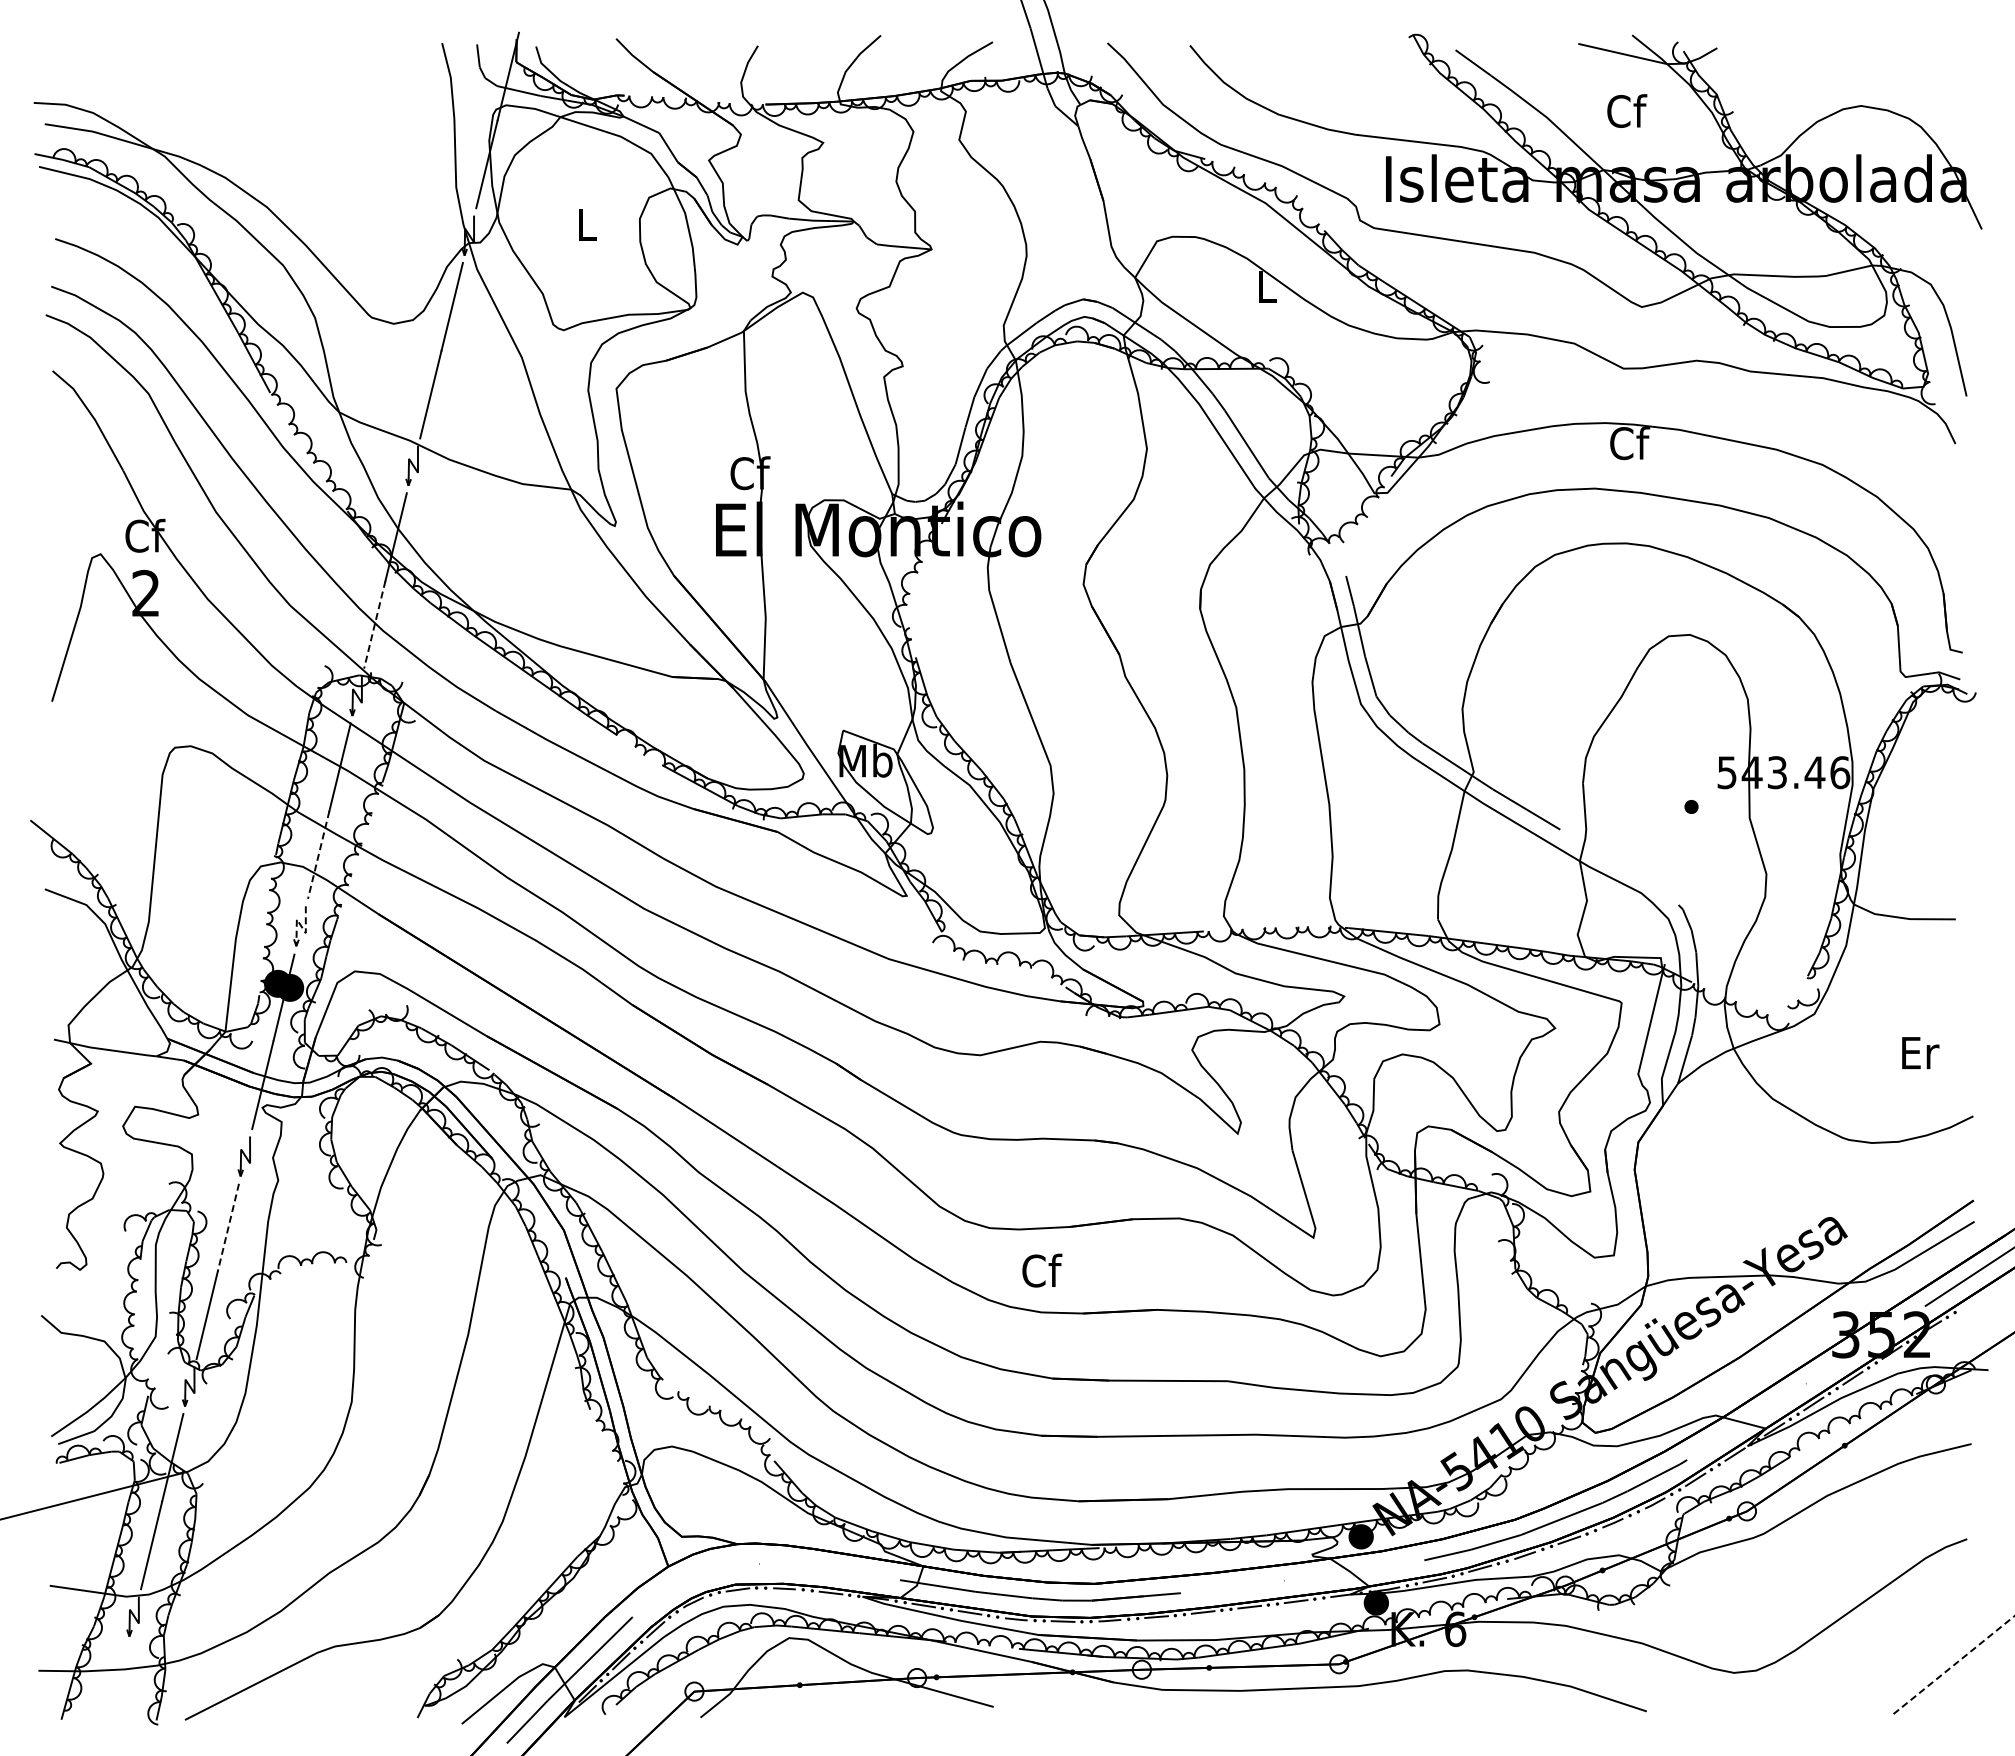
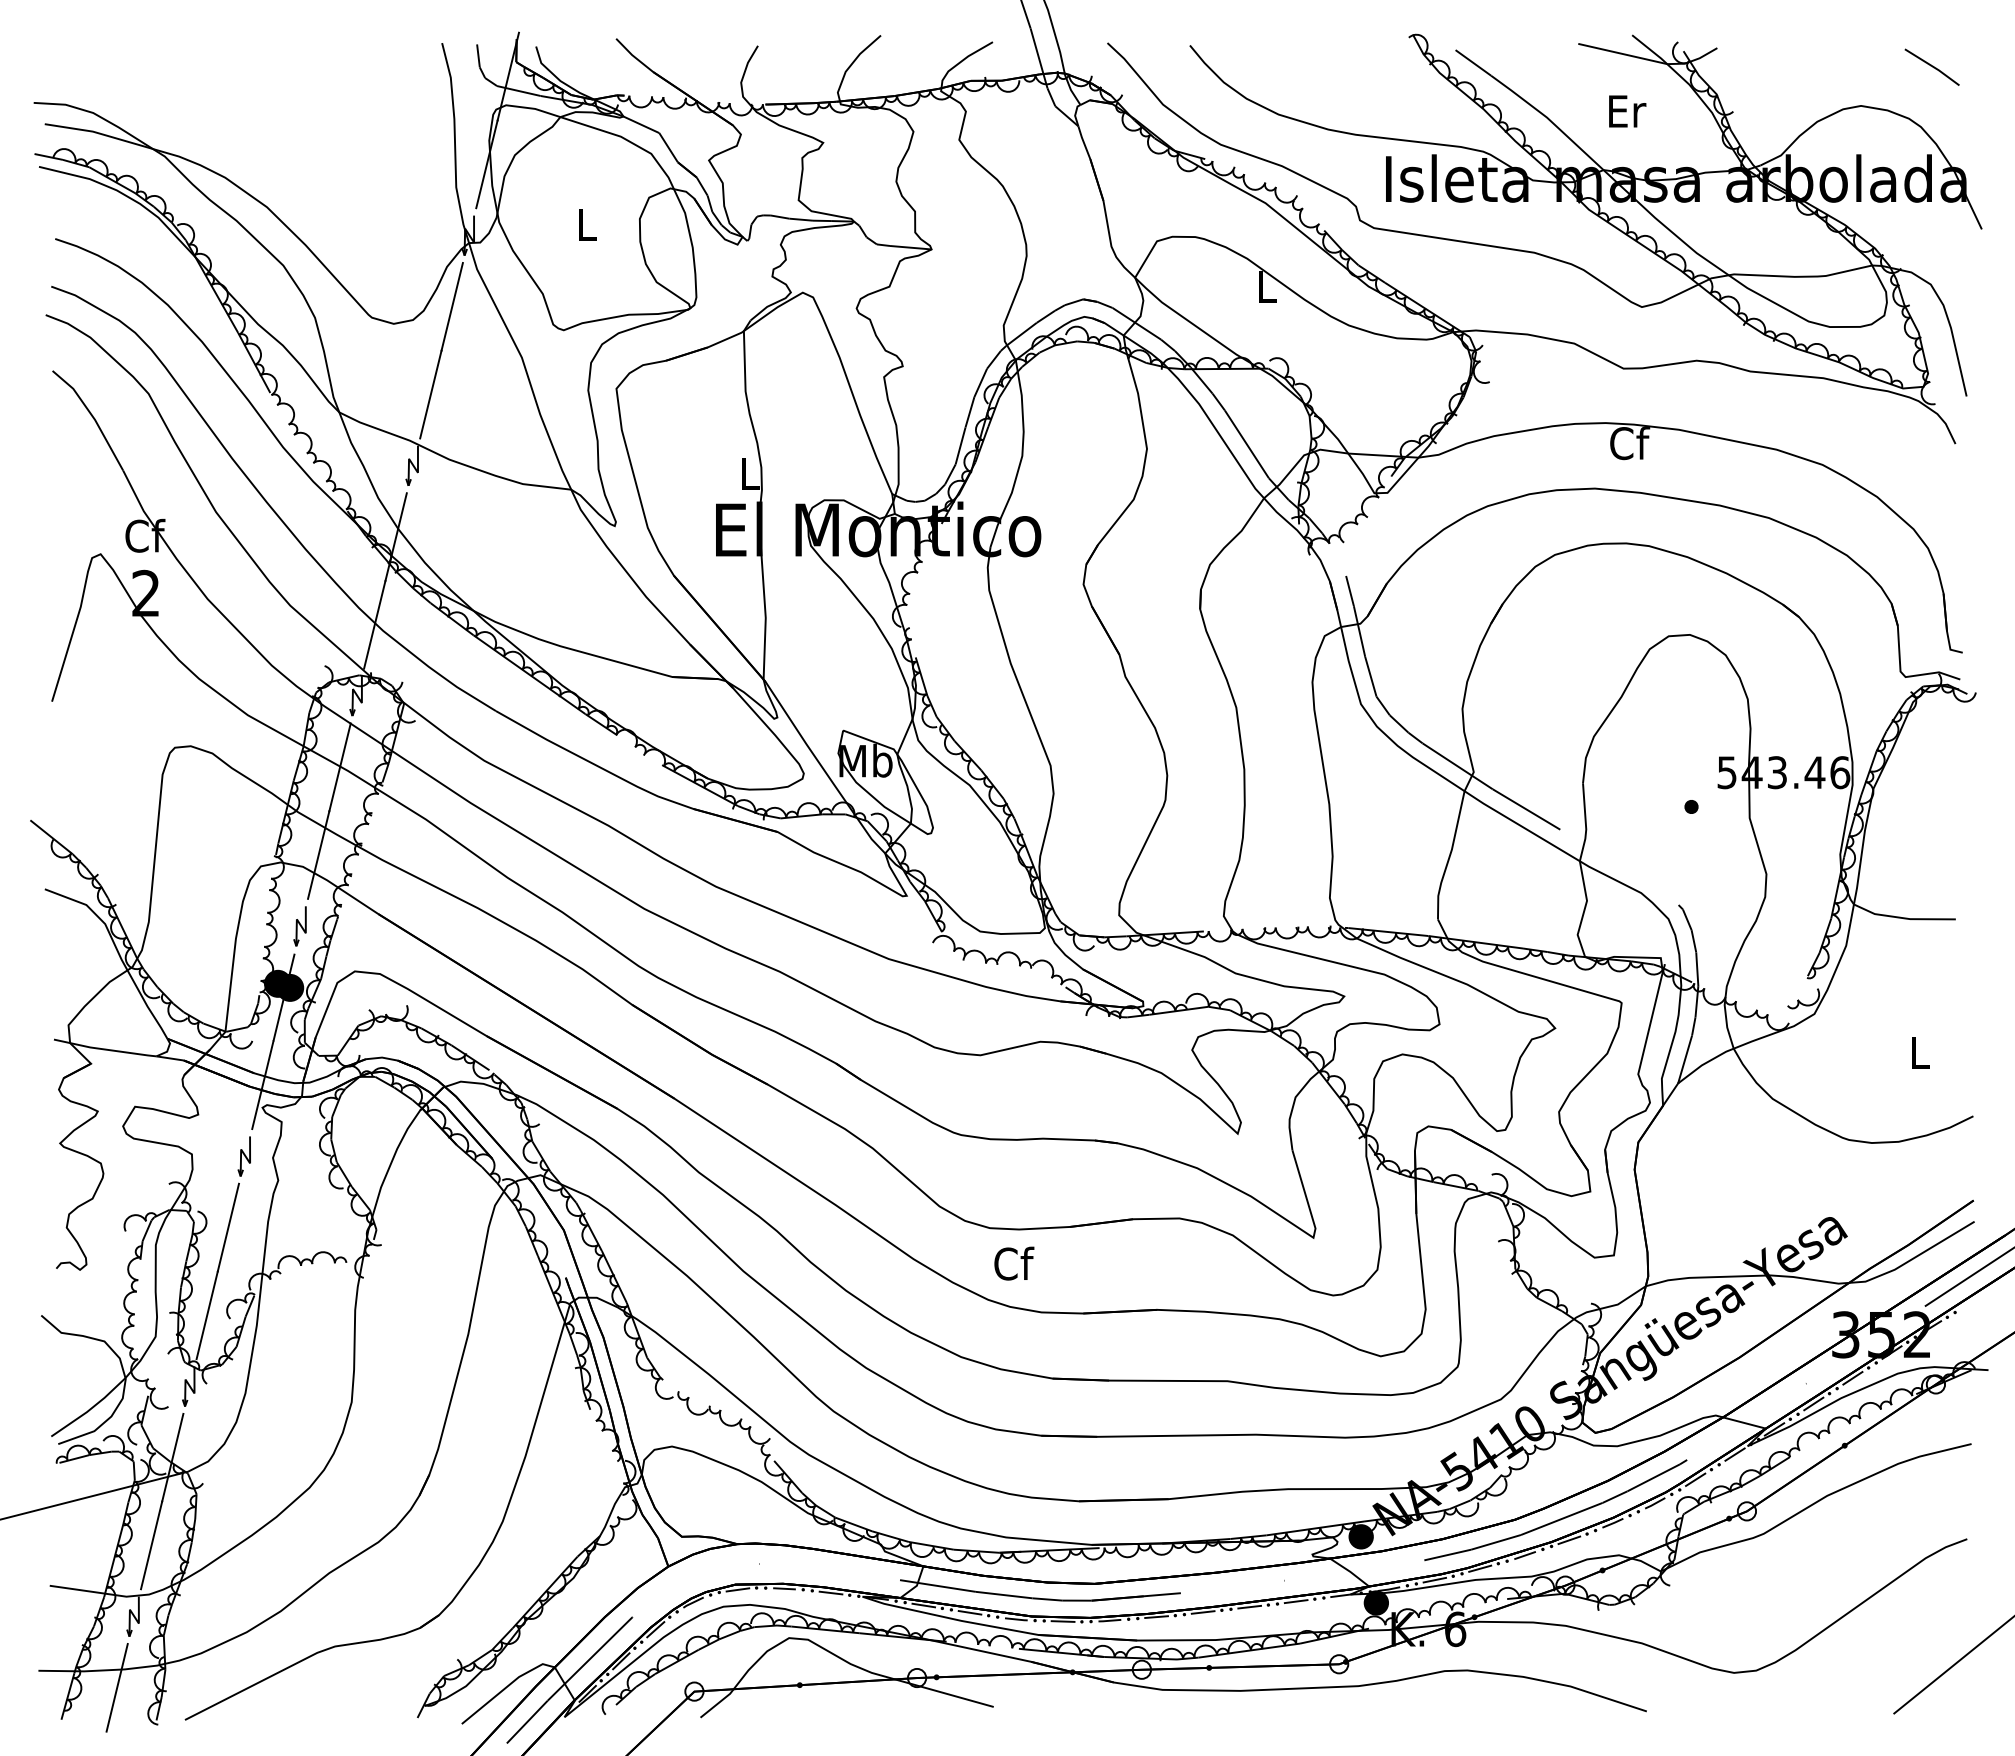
line at (1931, 66): none -> present
text at (1627, 111): Cf -> Er
text at (750, 473): Cf -> L
line at (374, 625): dashed -> solid
line at (318, 855): dashed -> solid
line at (301, 925): dashed -> solid
text at (1920, 1053): Er -> L
line at (228, 1228): dashed -> solid
text at (1042, 1270) position: (1042, 1270) -> (1014, 1263)
line at (1954, 1664): dashed -> solid
line at (116, 1687): none -> present
